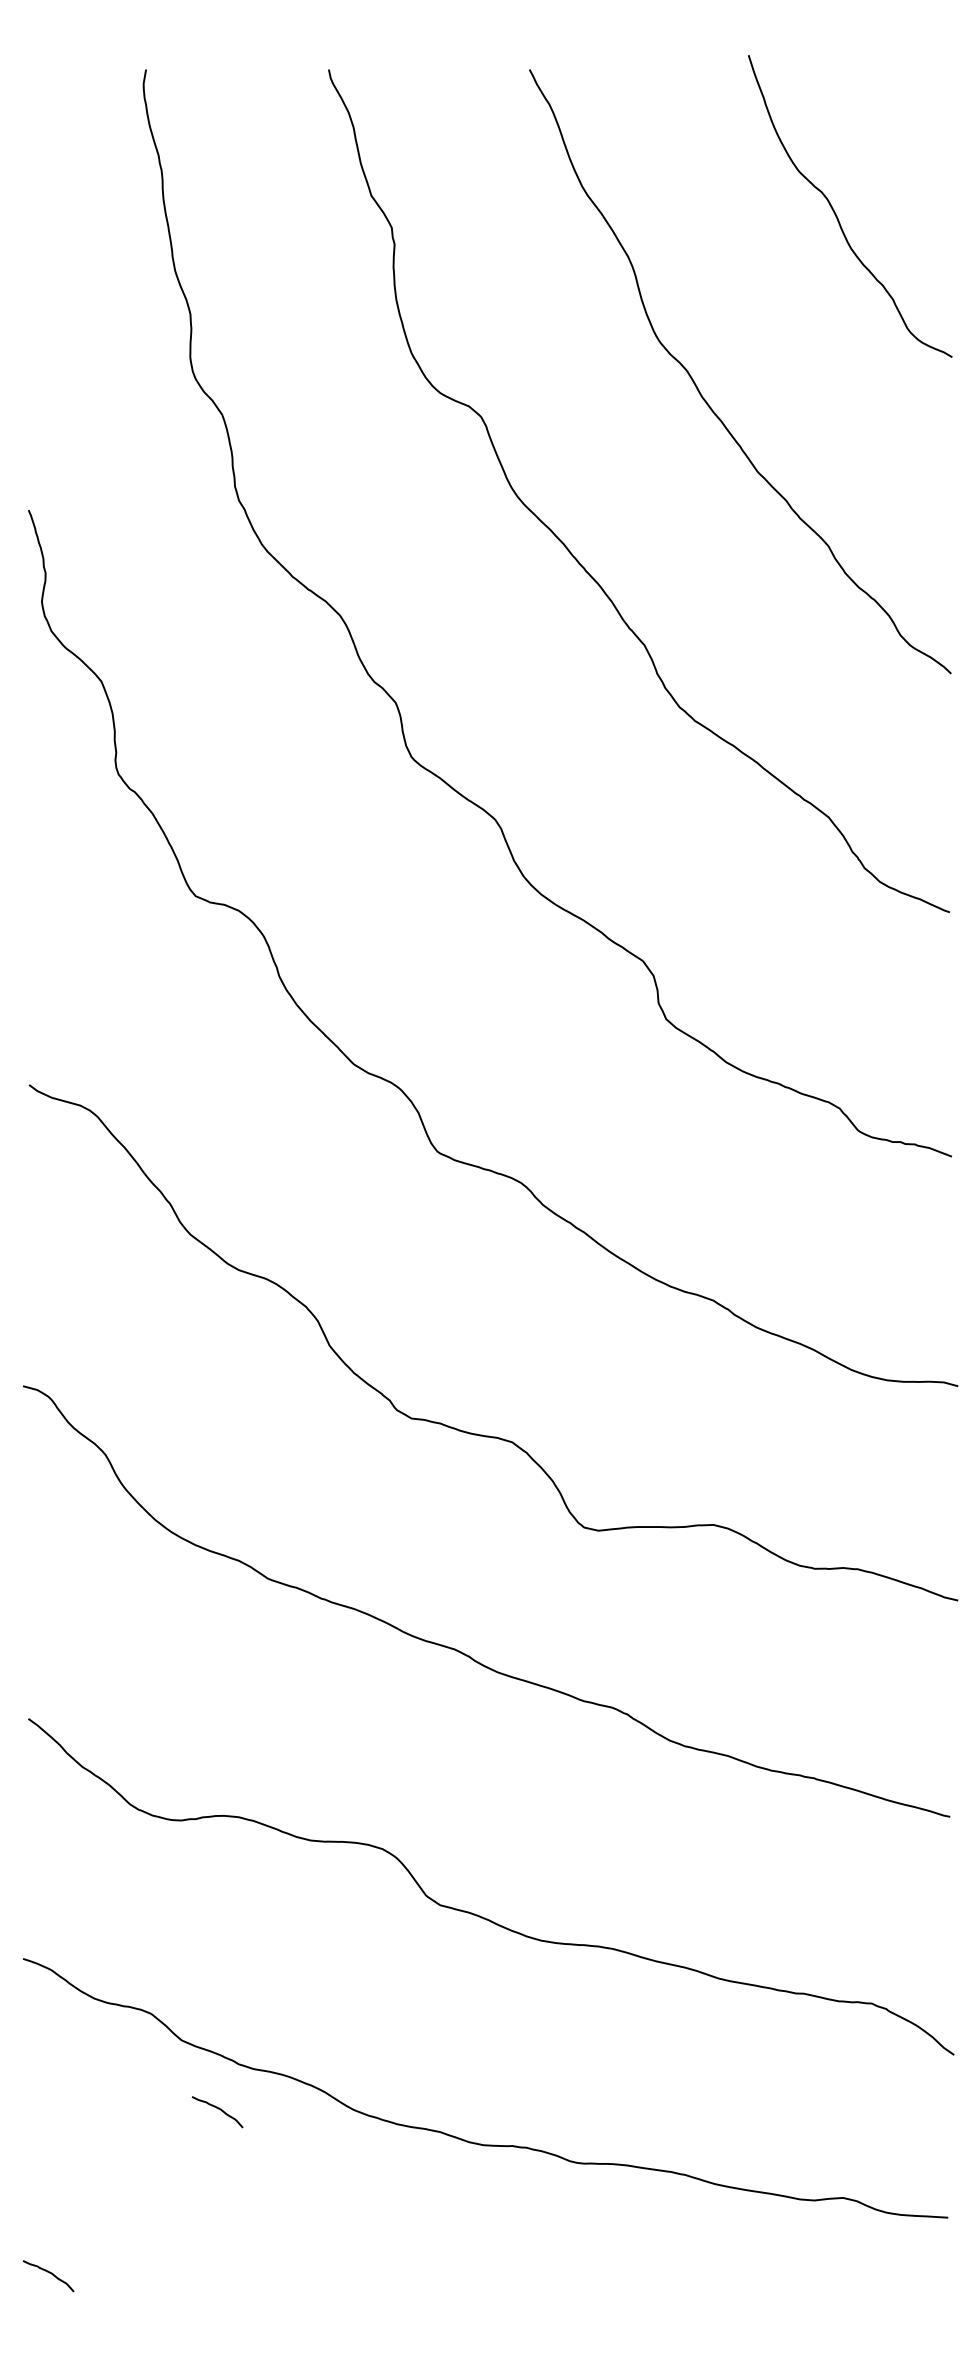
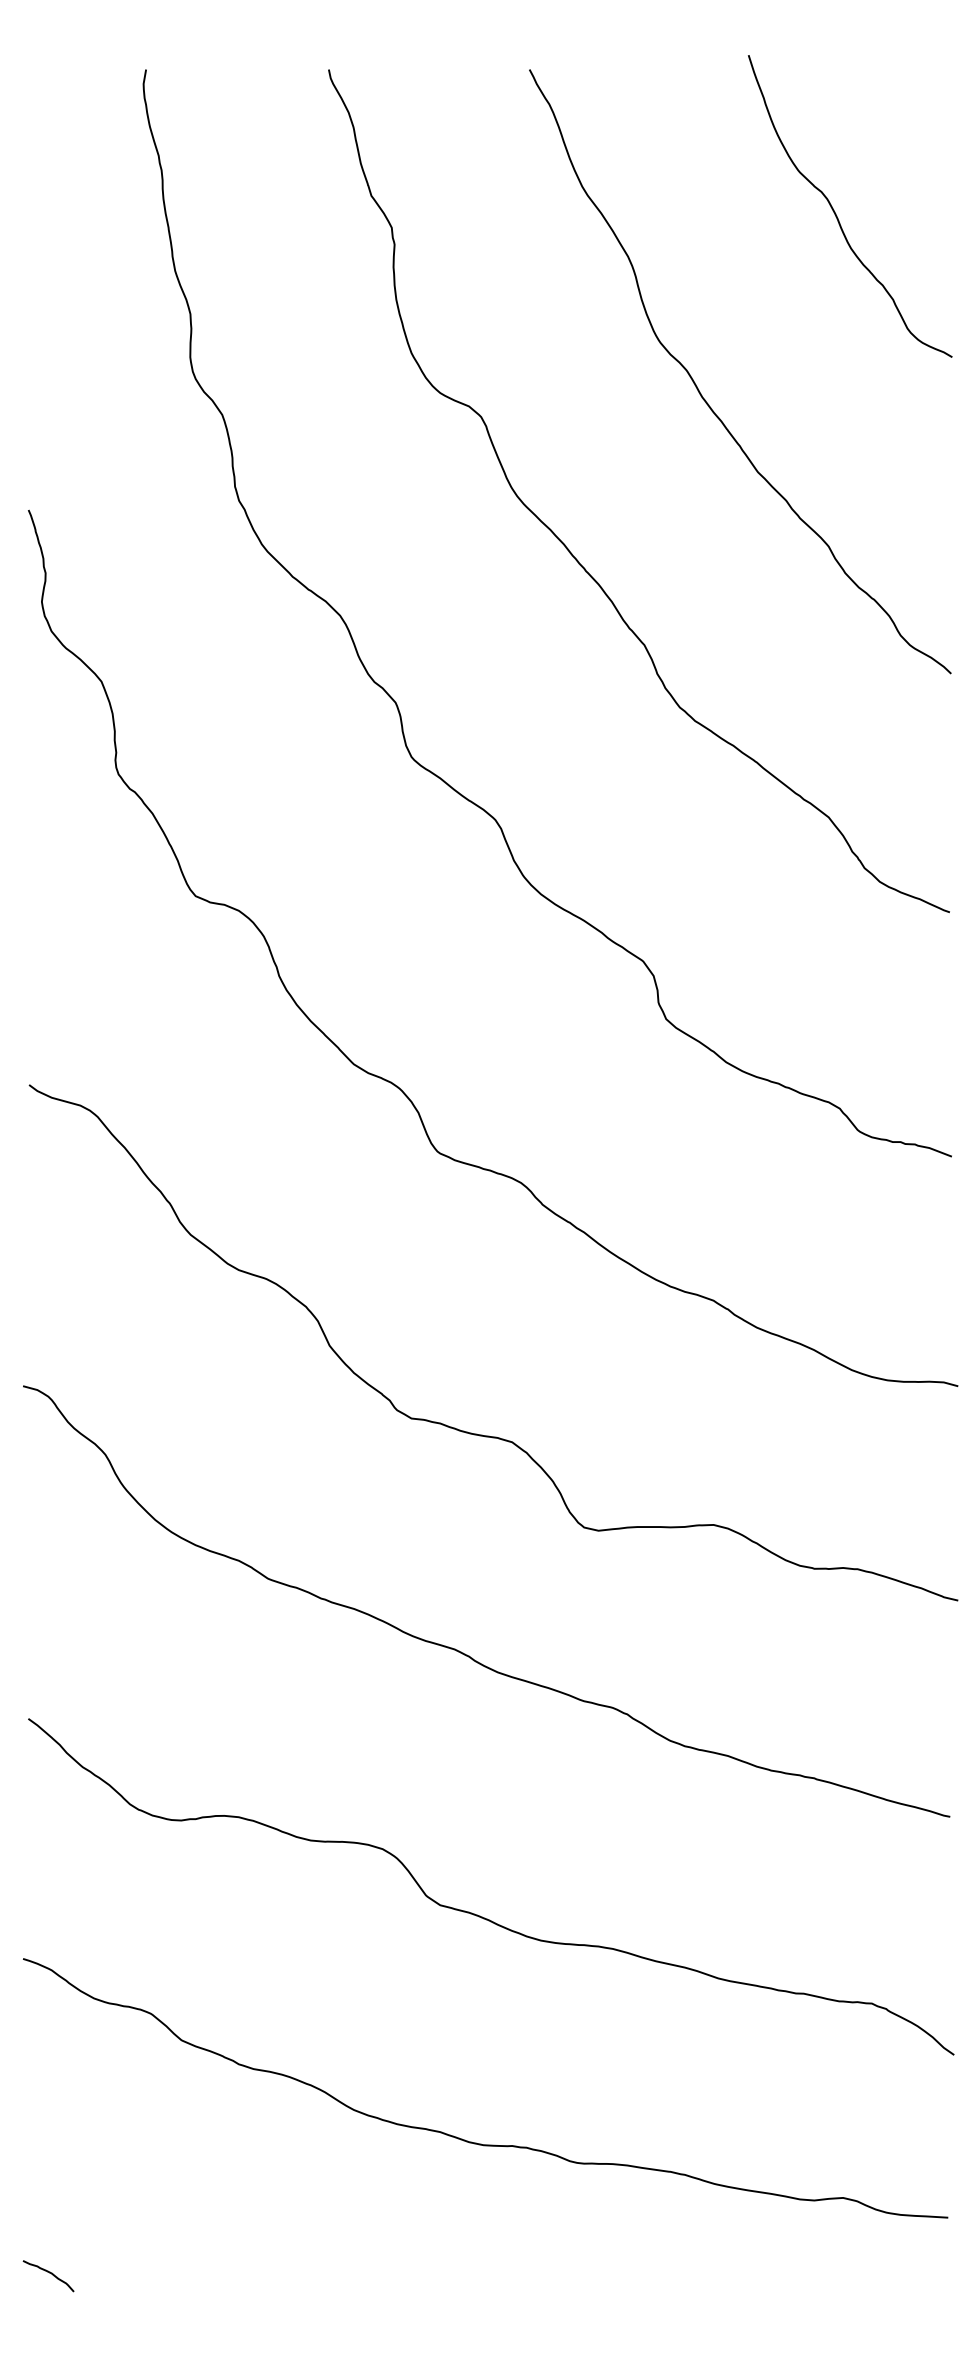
curve at (218, 2109): present -> none
